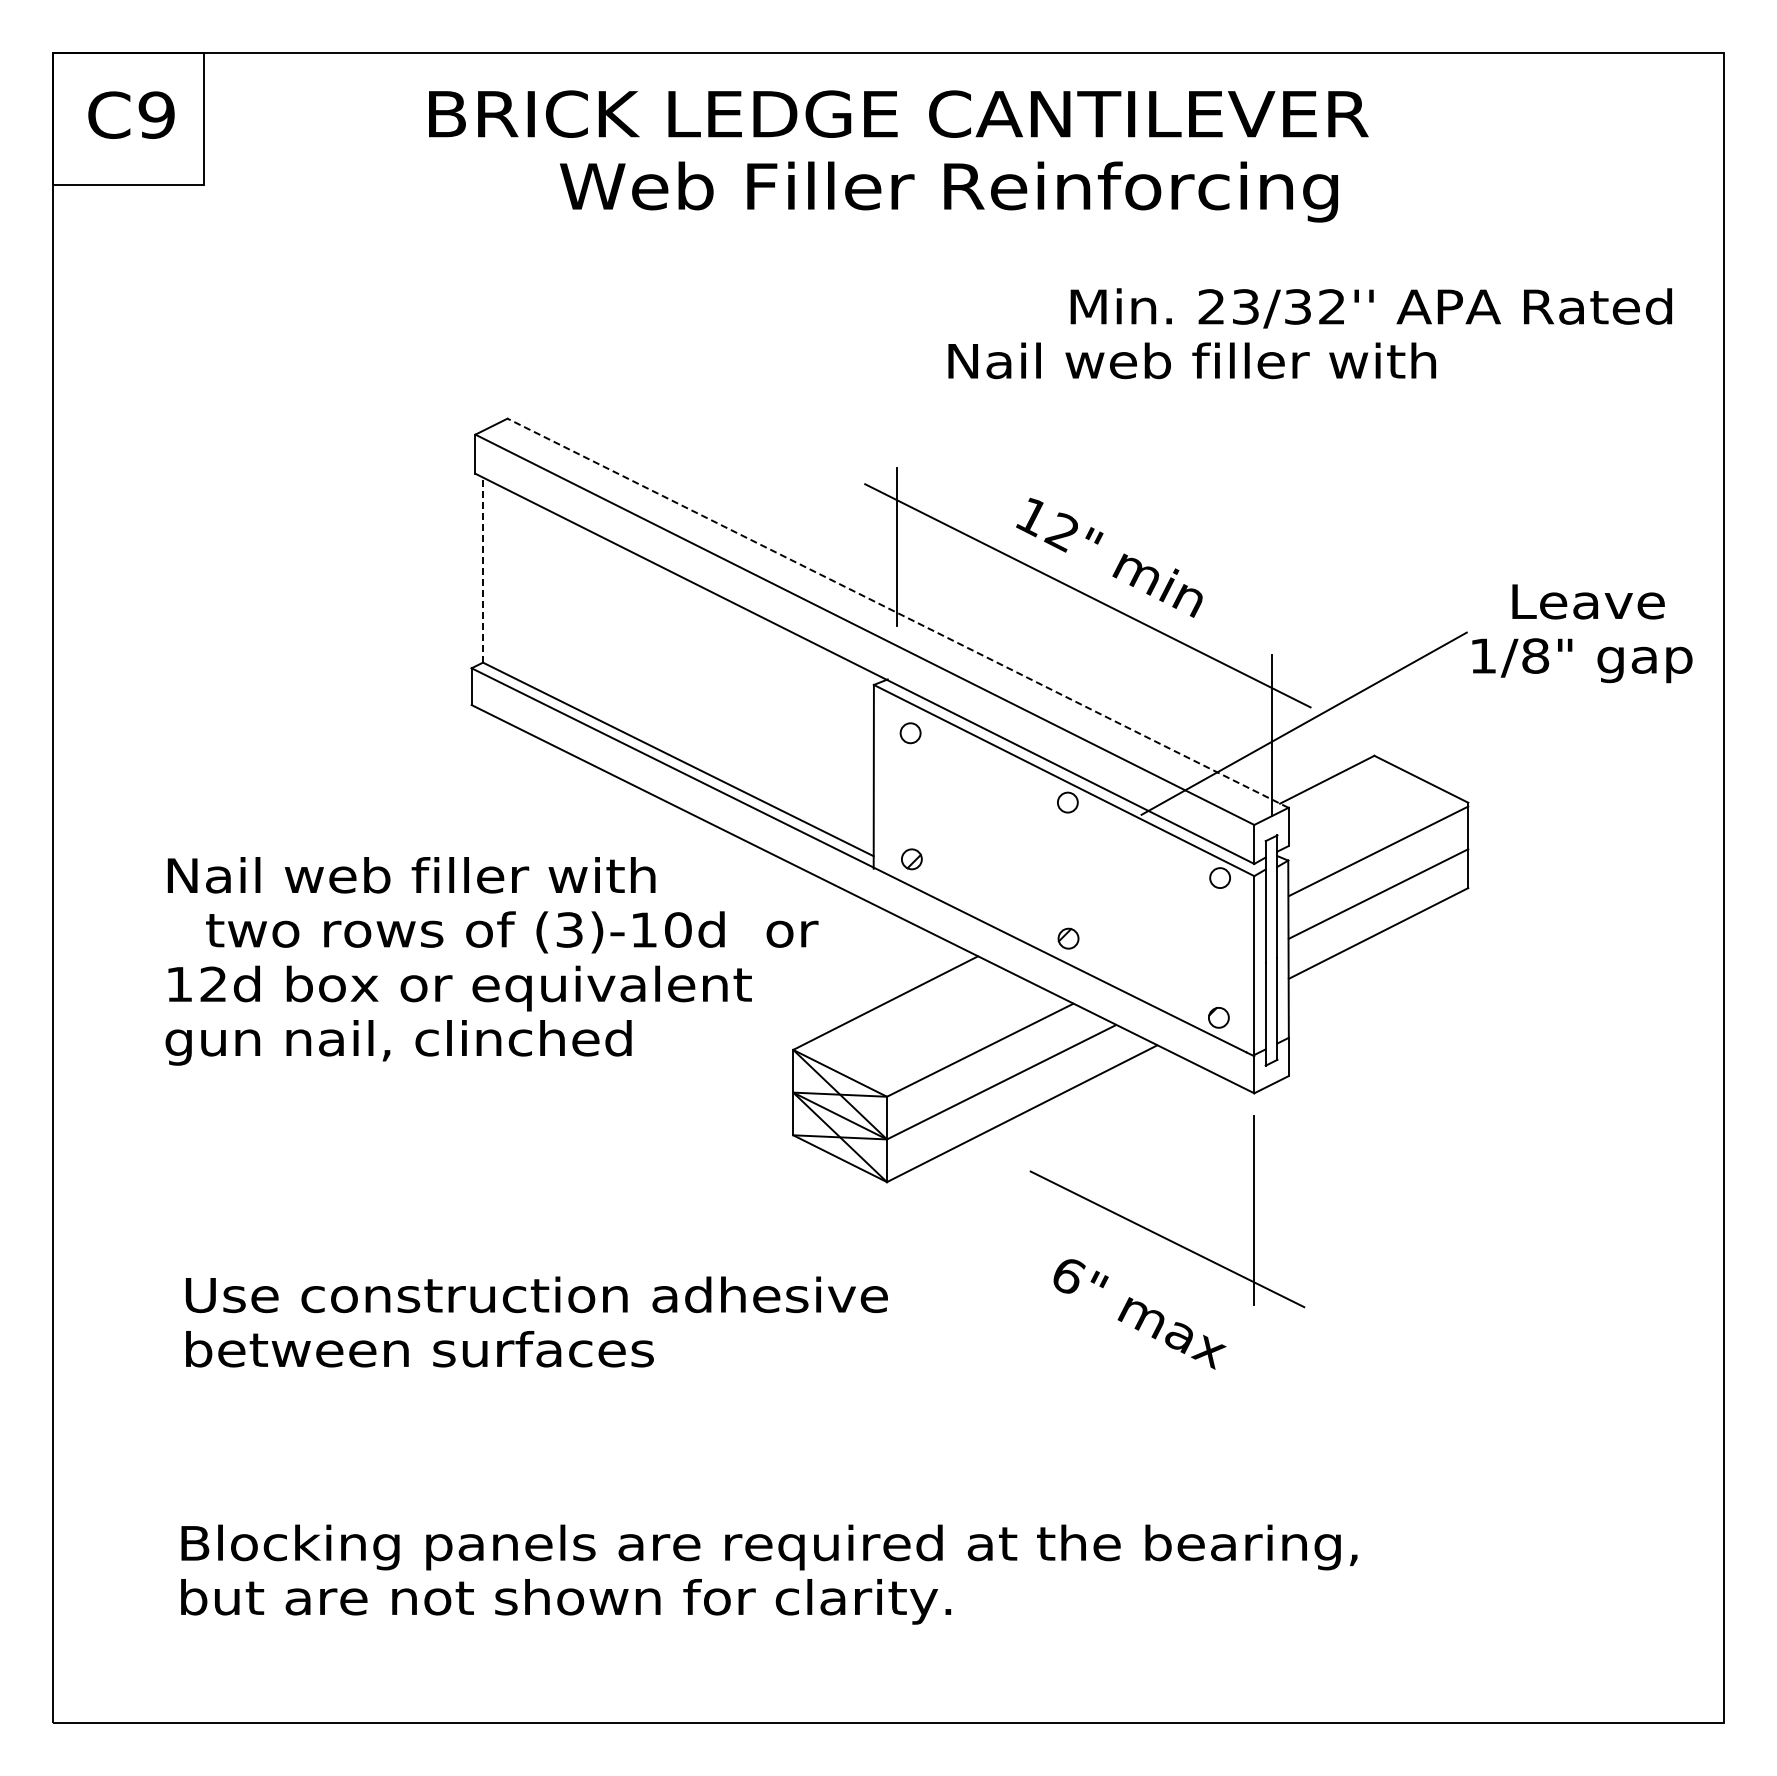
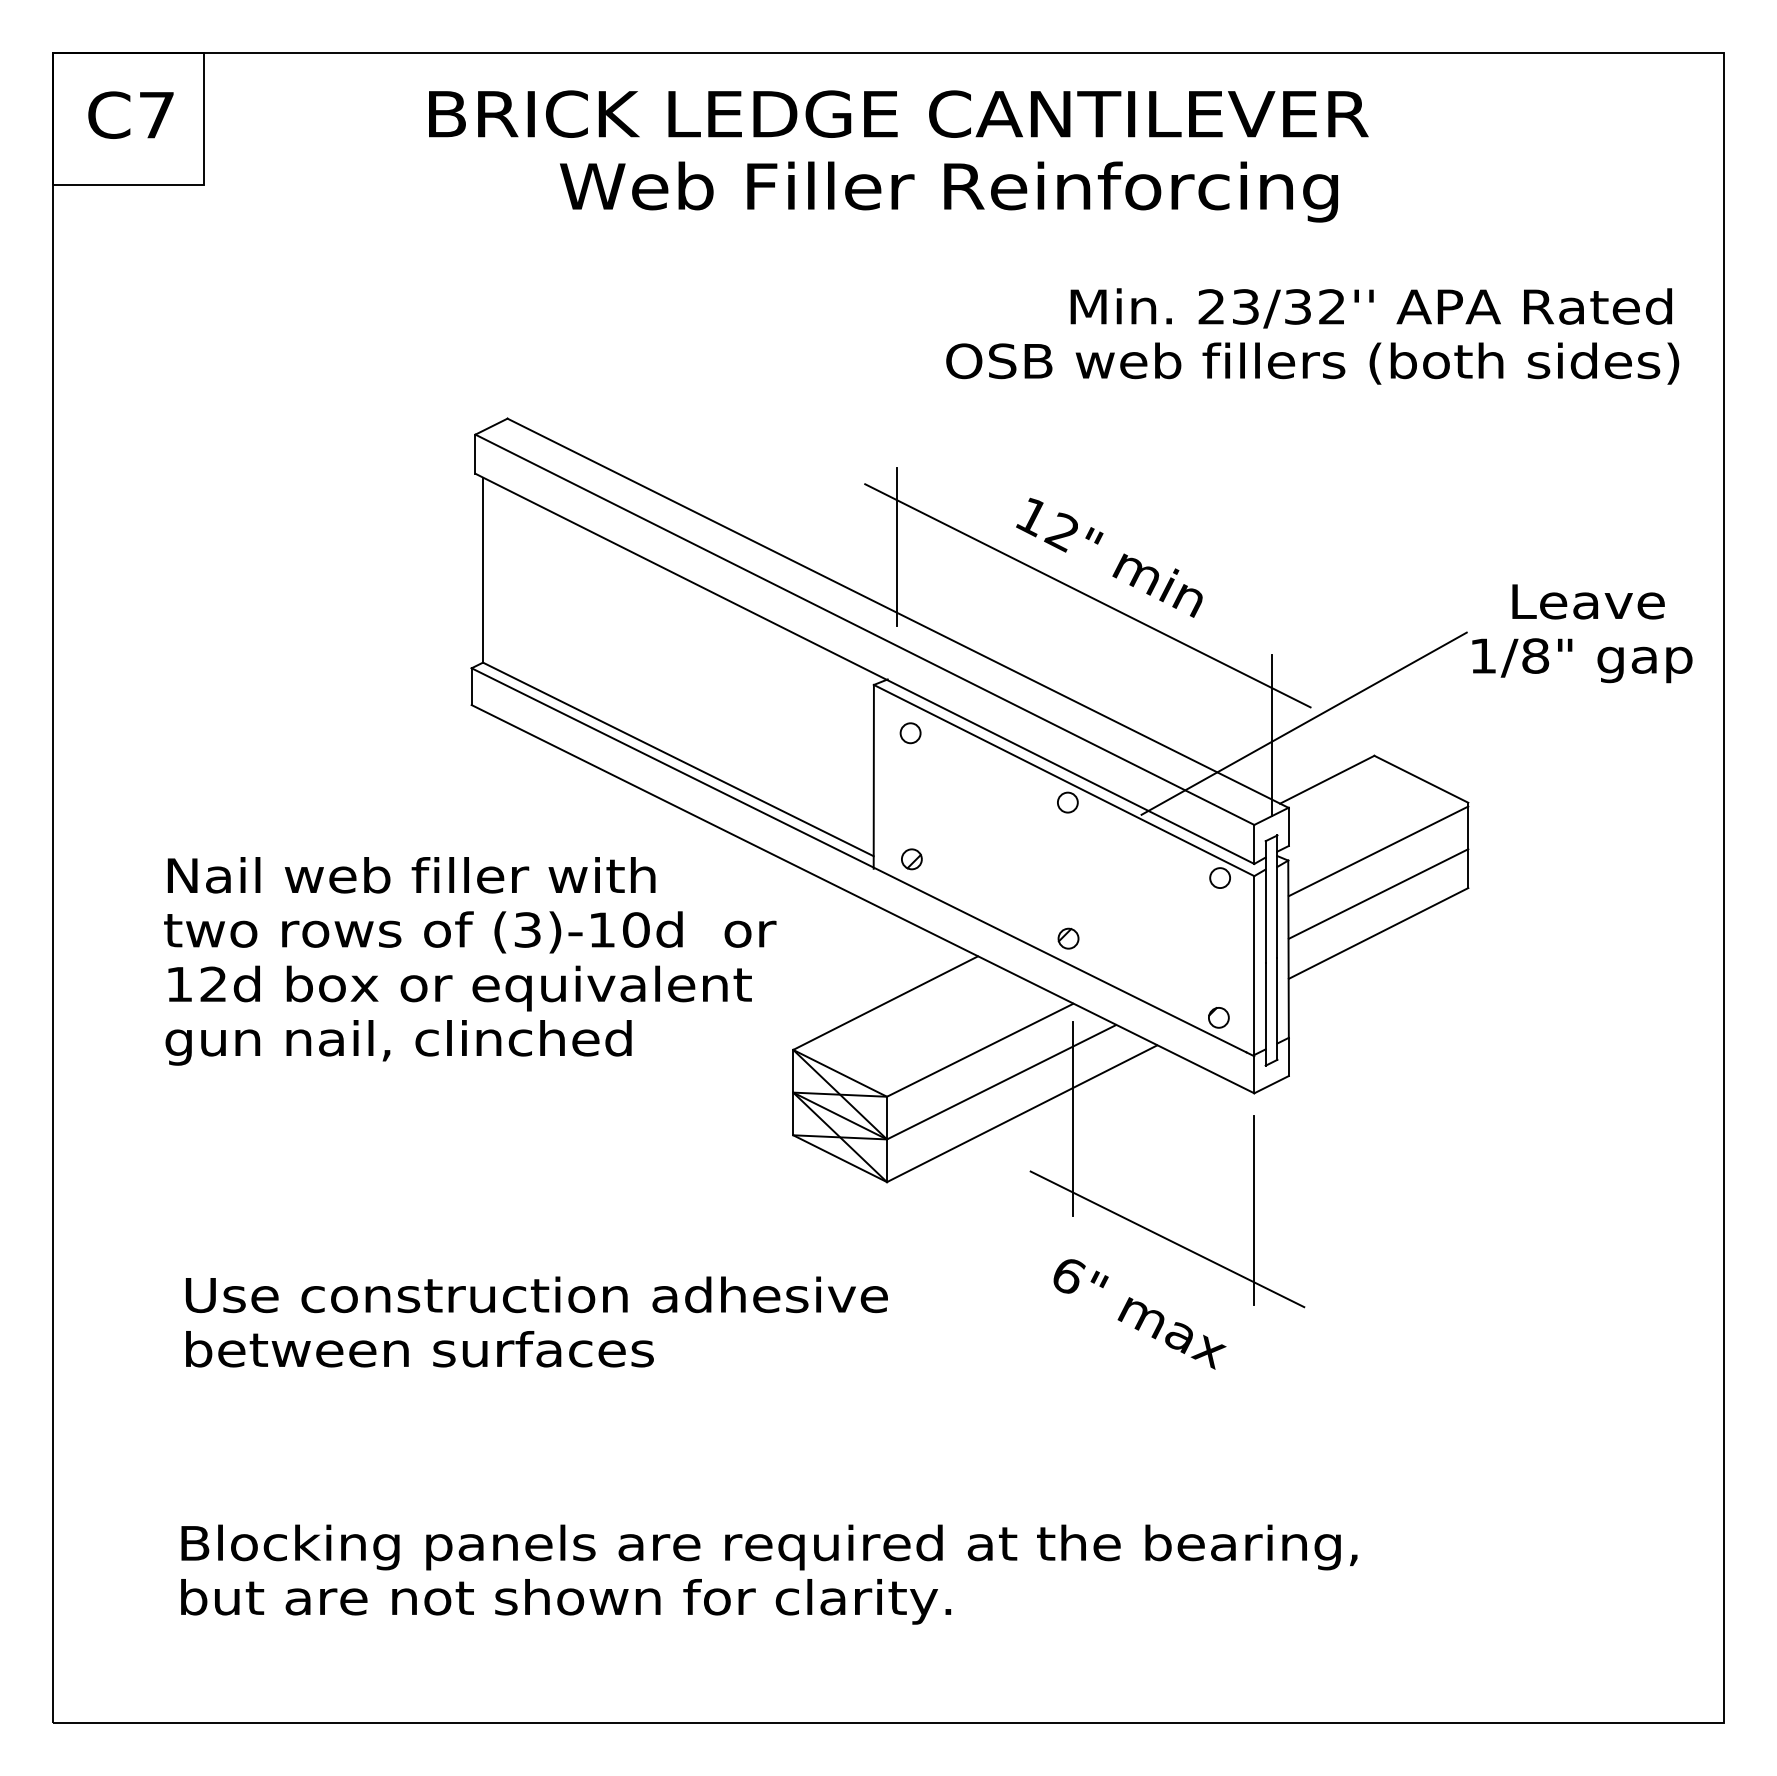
text at (156, 114): C9 -> C7
text at (1312, 363): Nail web filler with -> OSB web fillers (both sides)
line at (483, 570): dashed -> solid
line at (897, 613): dashed -> solid
text at (512, 932) position: (512, 932) -> (470, 932)
line at (1073, 1118): none -> present
